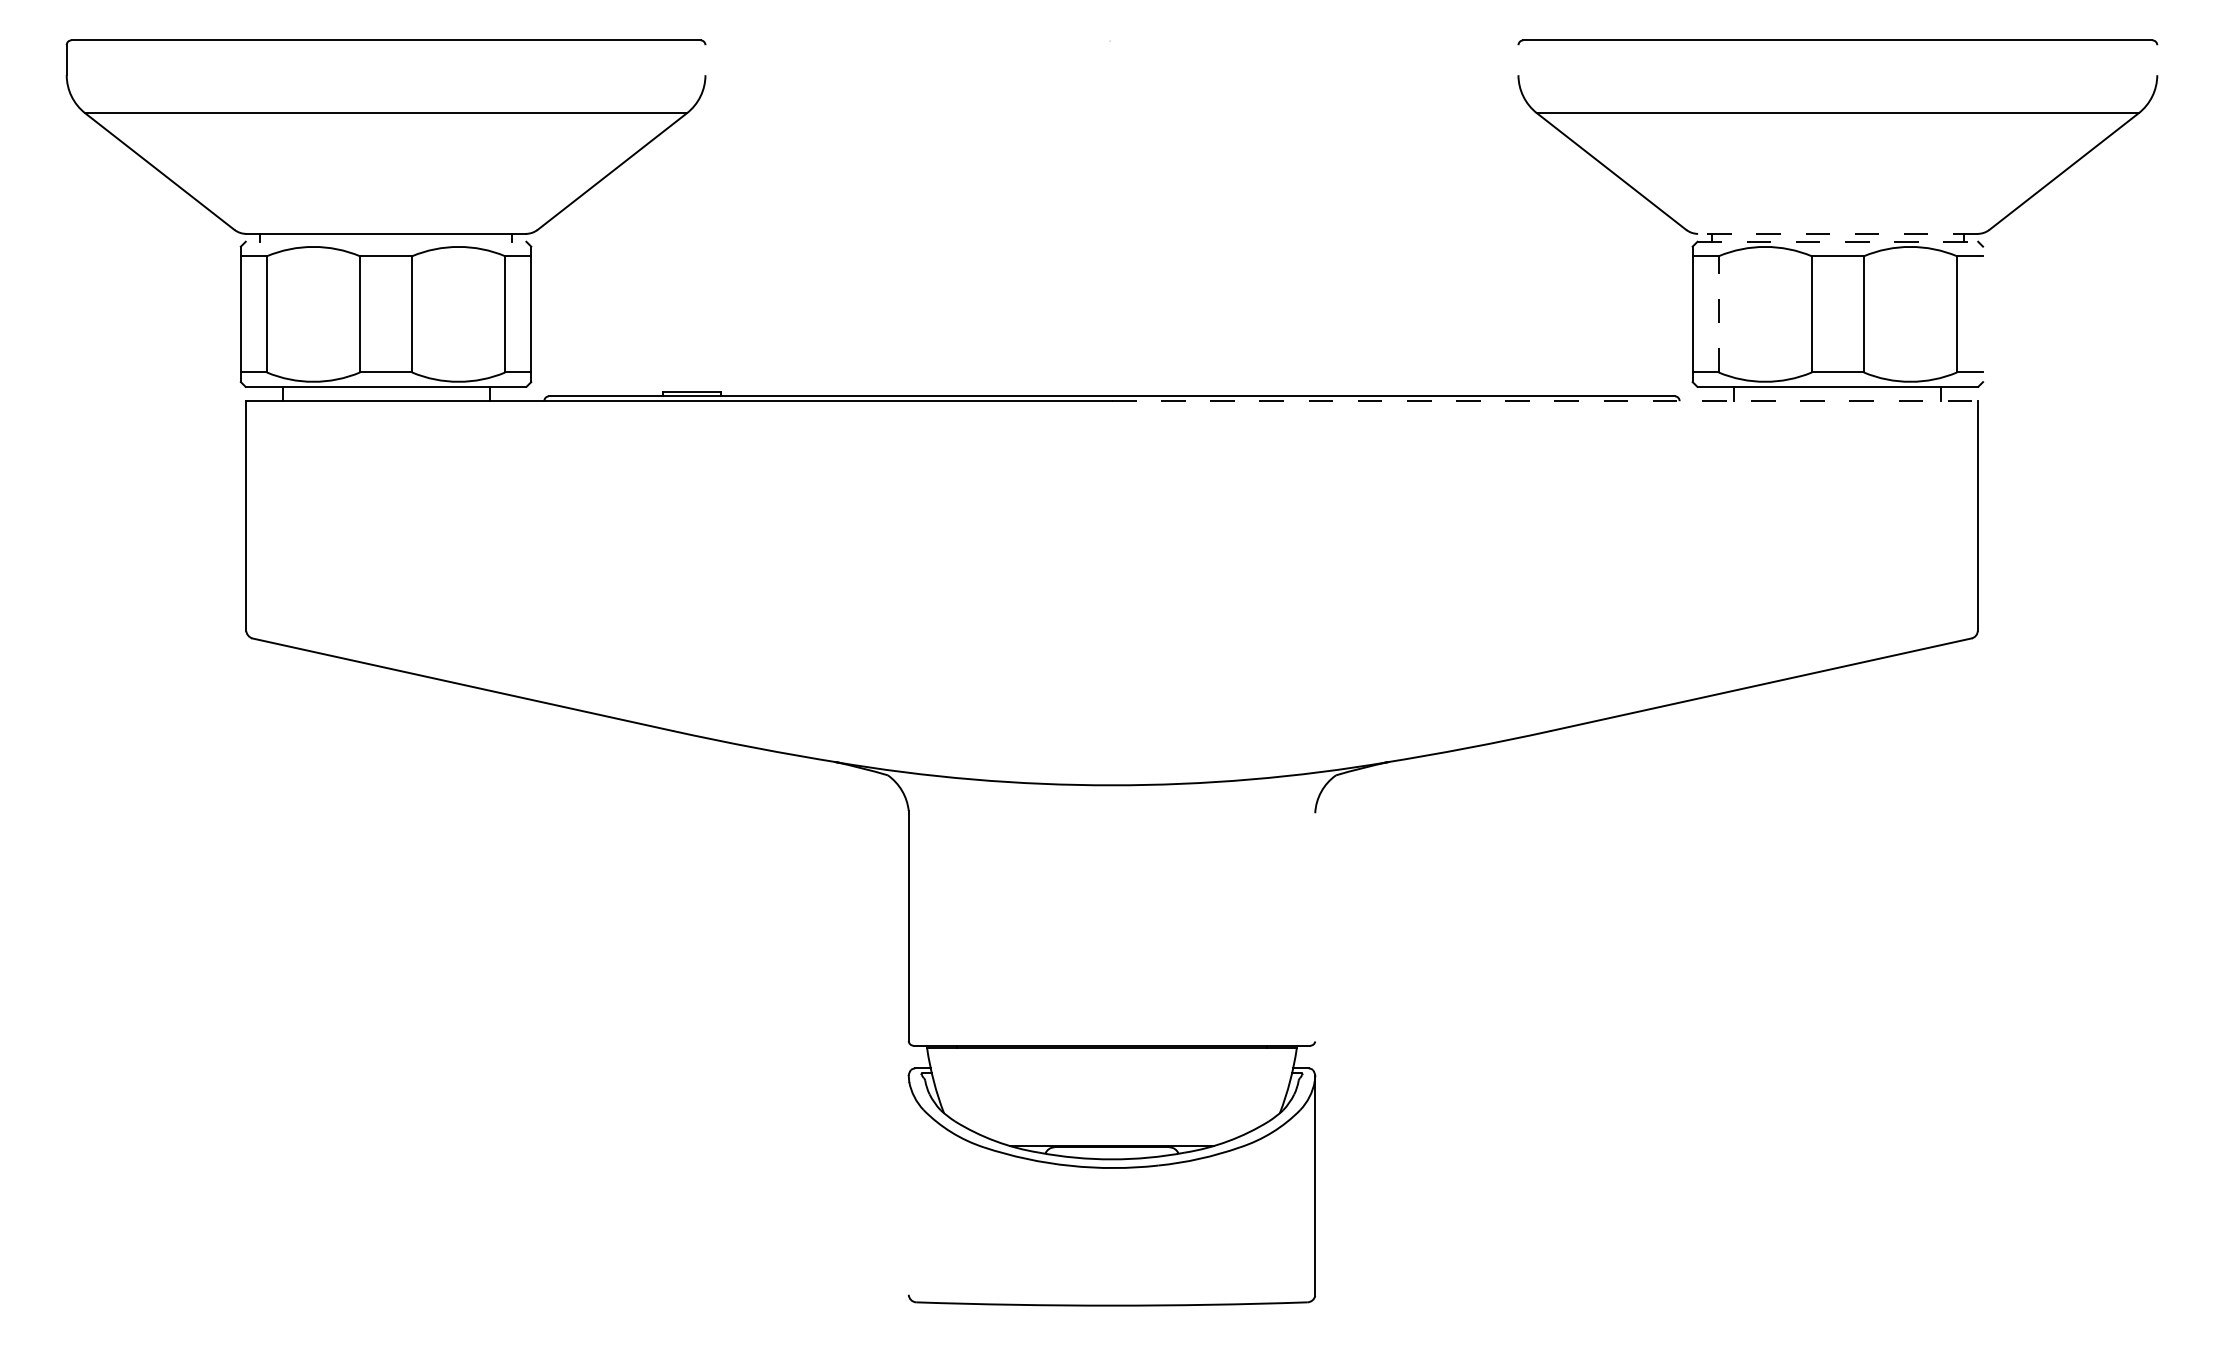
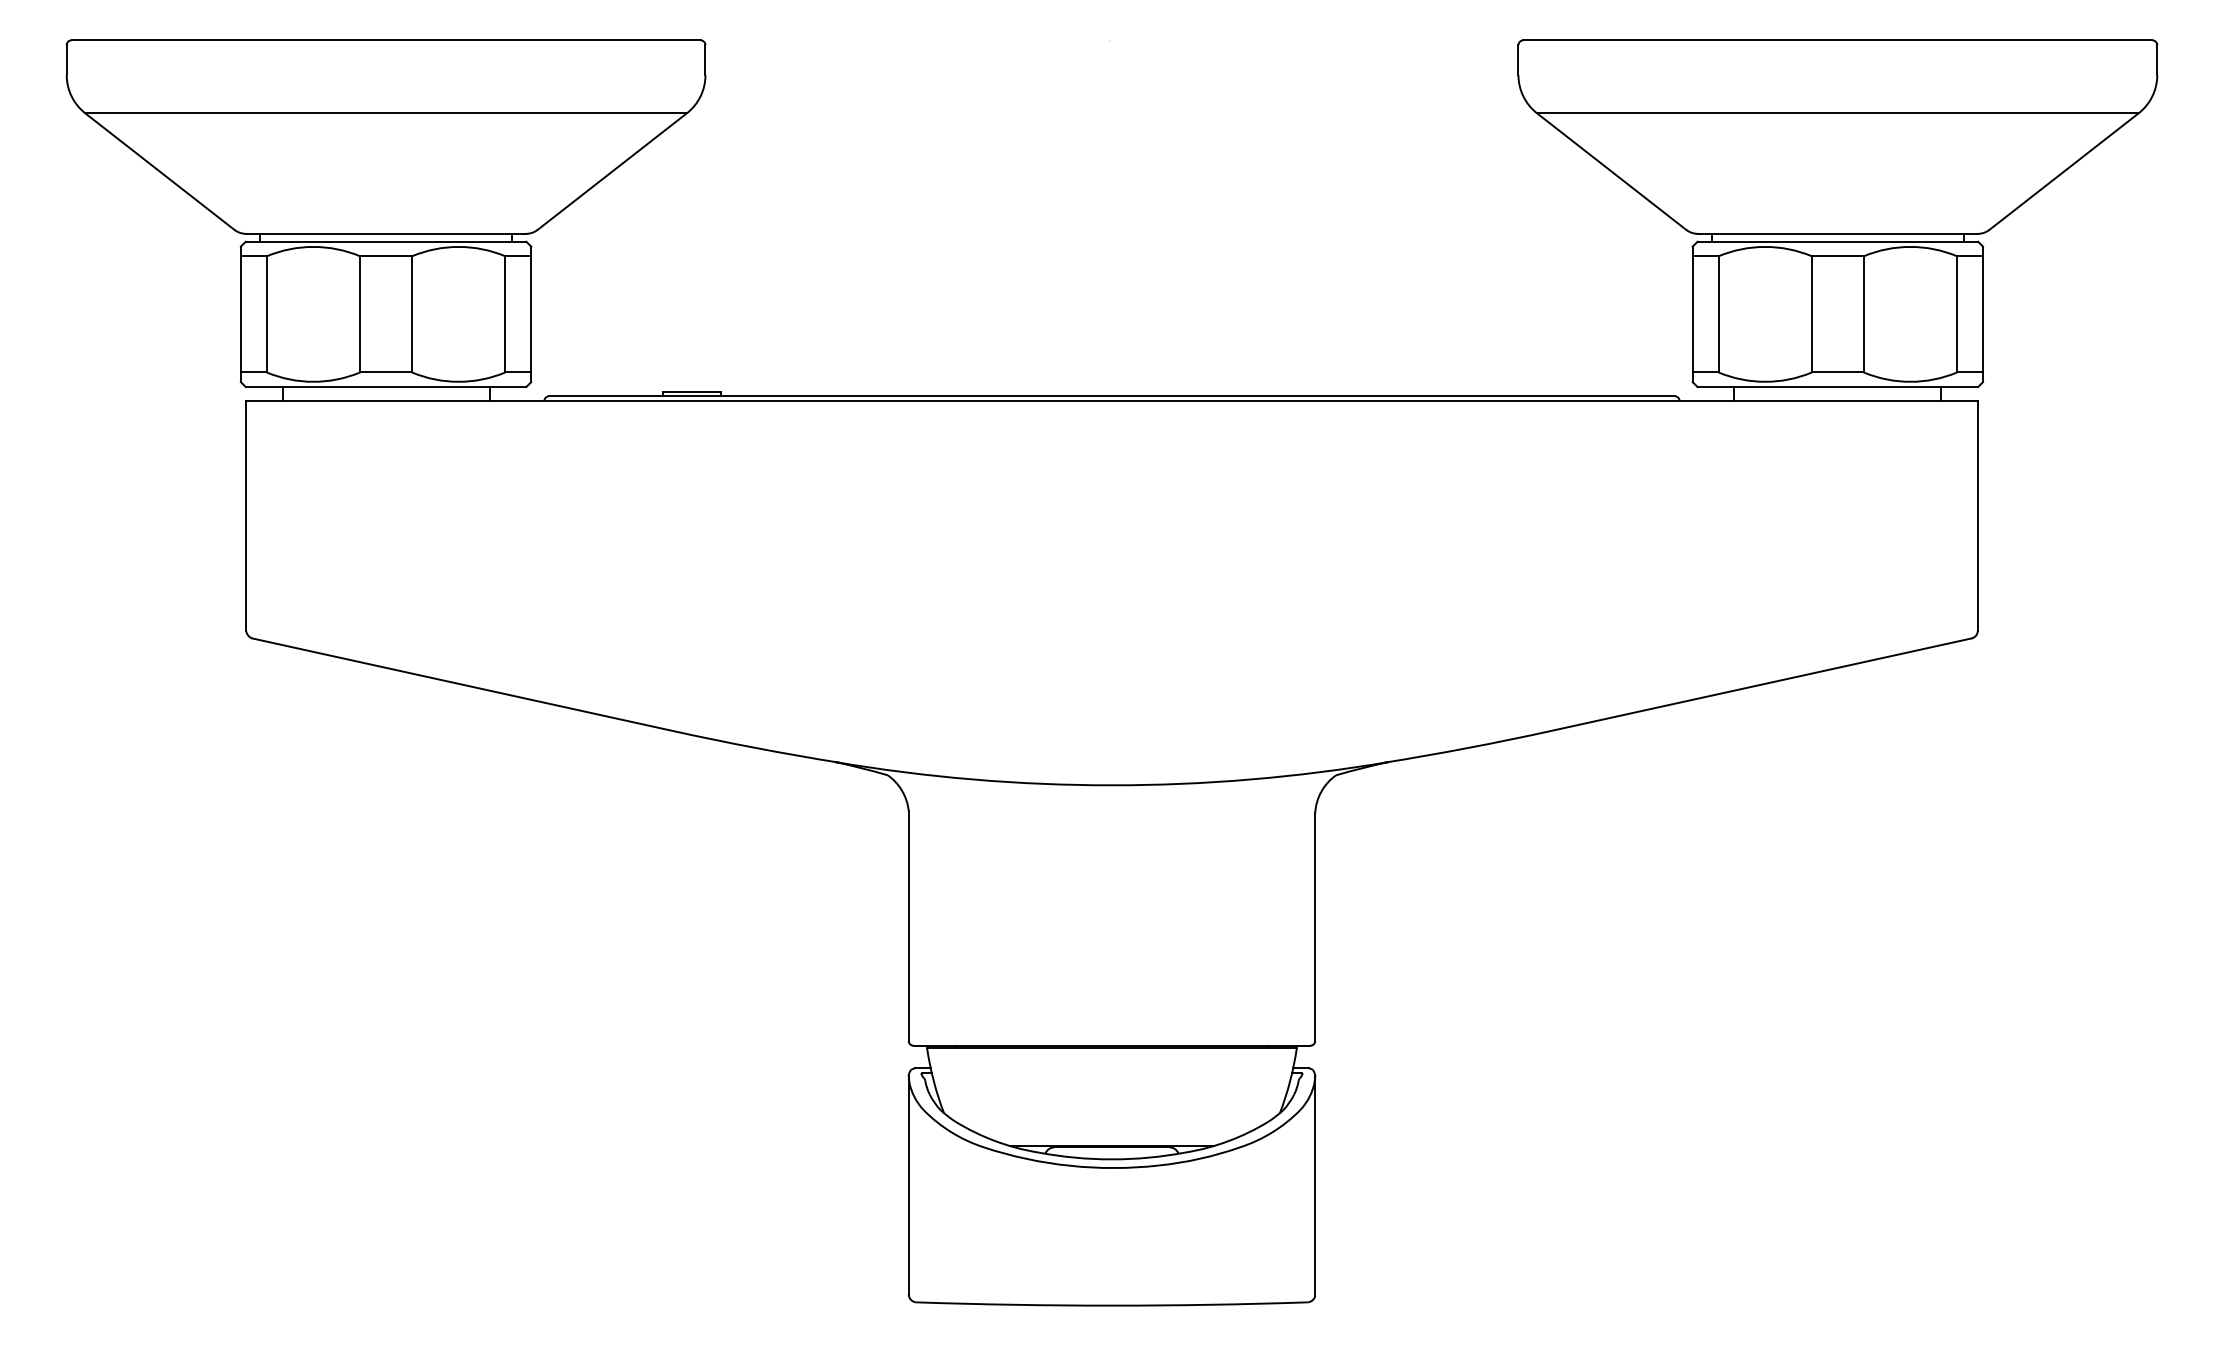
line at (705, 60): none -> present
line at (1518, 60): none -> present
line at (2157, 60): none -> present
line at (1837, 233): dashed -> solid
line at (385, 241): none -> present
line at (1838, 241): dashed -> solid
line at (1718, 313): dashed -> solid
line at (1983, 314): none -> present
line at (1544, 401): dashed -> solid
line at (1315, 927): none -> present
line at (908, 1184): none -> present
